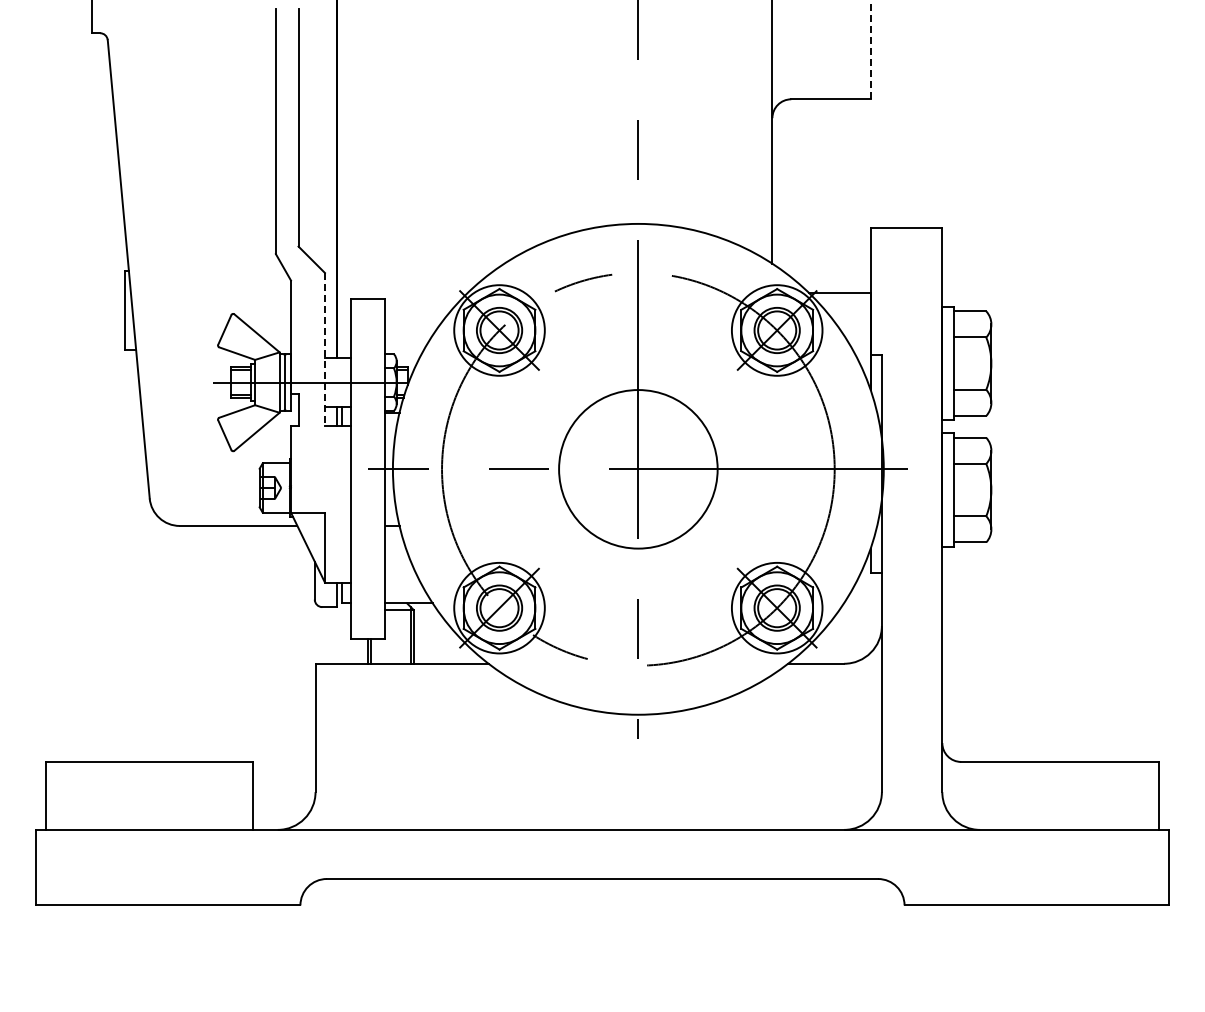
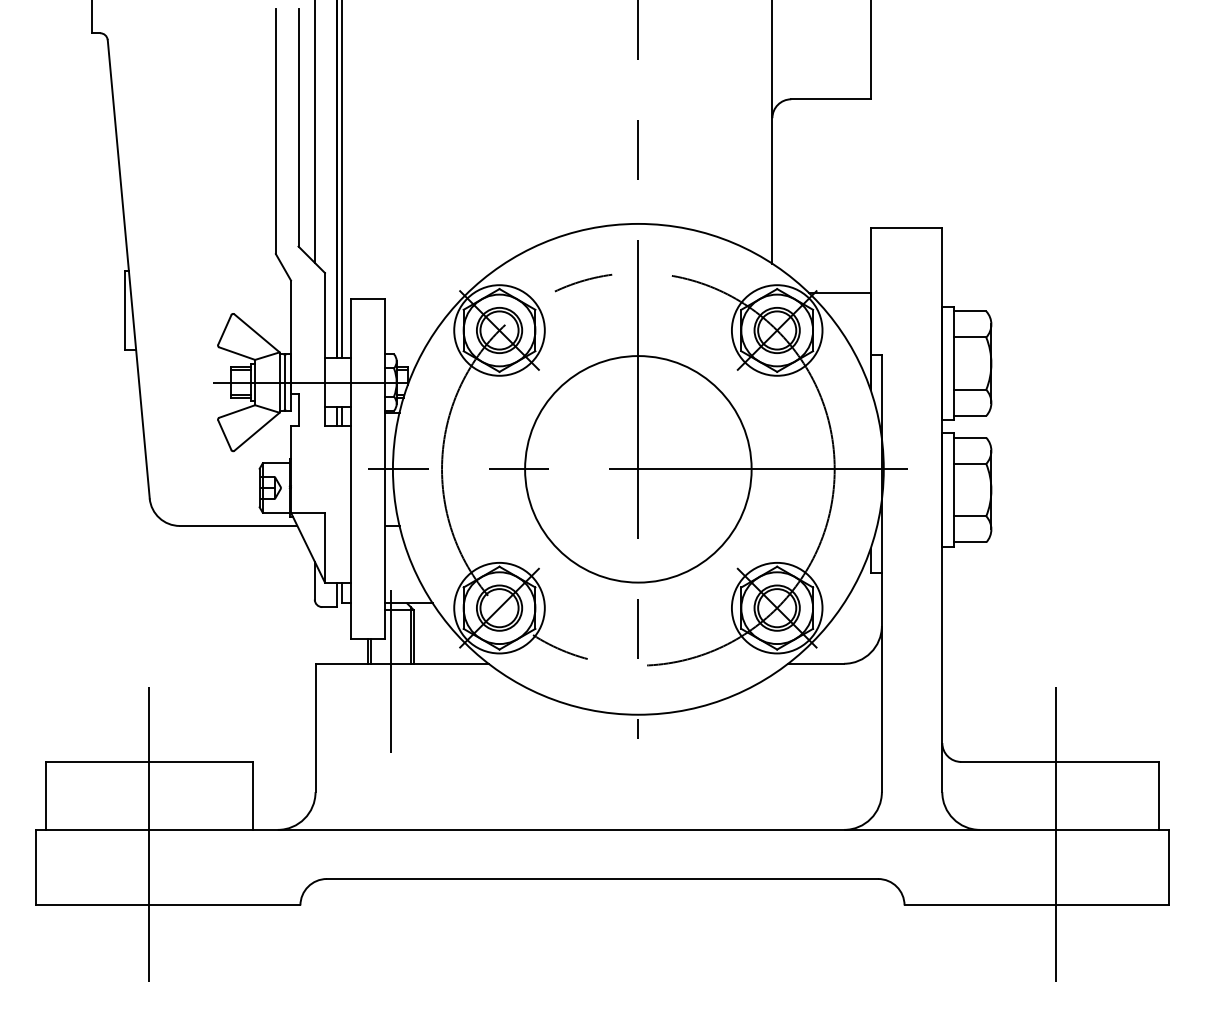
line at (870, 49): dashed -> solid
line at (314, 132): none -> present
line at (341, 180): none -> present
line at (324, 349): dashed -> solid
circle at (638, 469) diameter: 159 px -> 227 px
line at (391, 671): none -> present
line at (149, 834): none -> present
line at (1055, 834): none -> present
